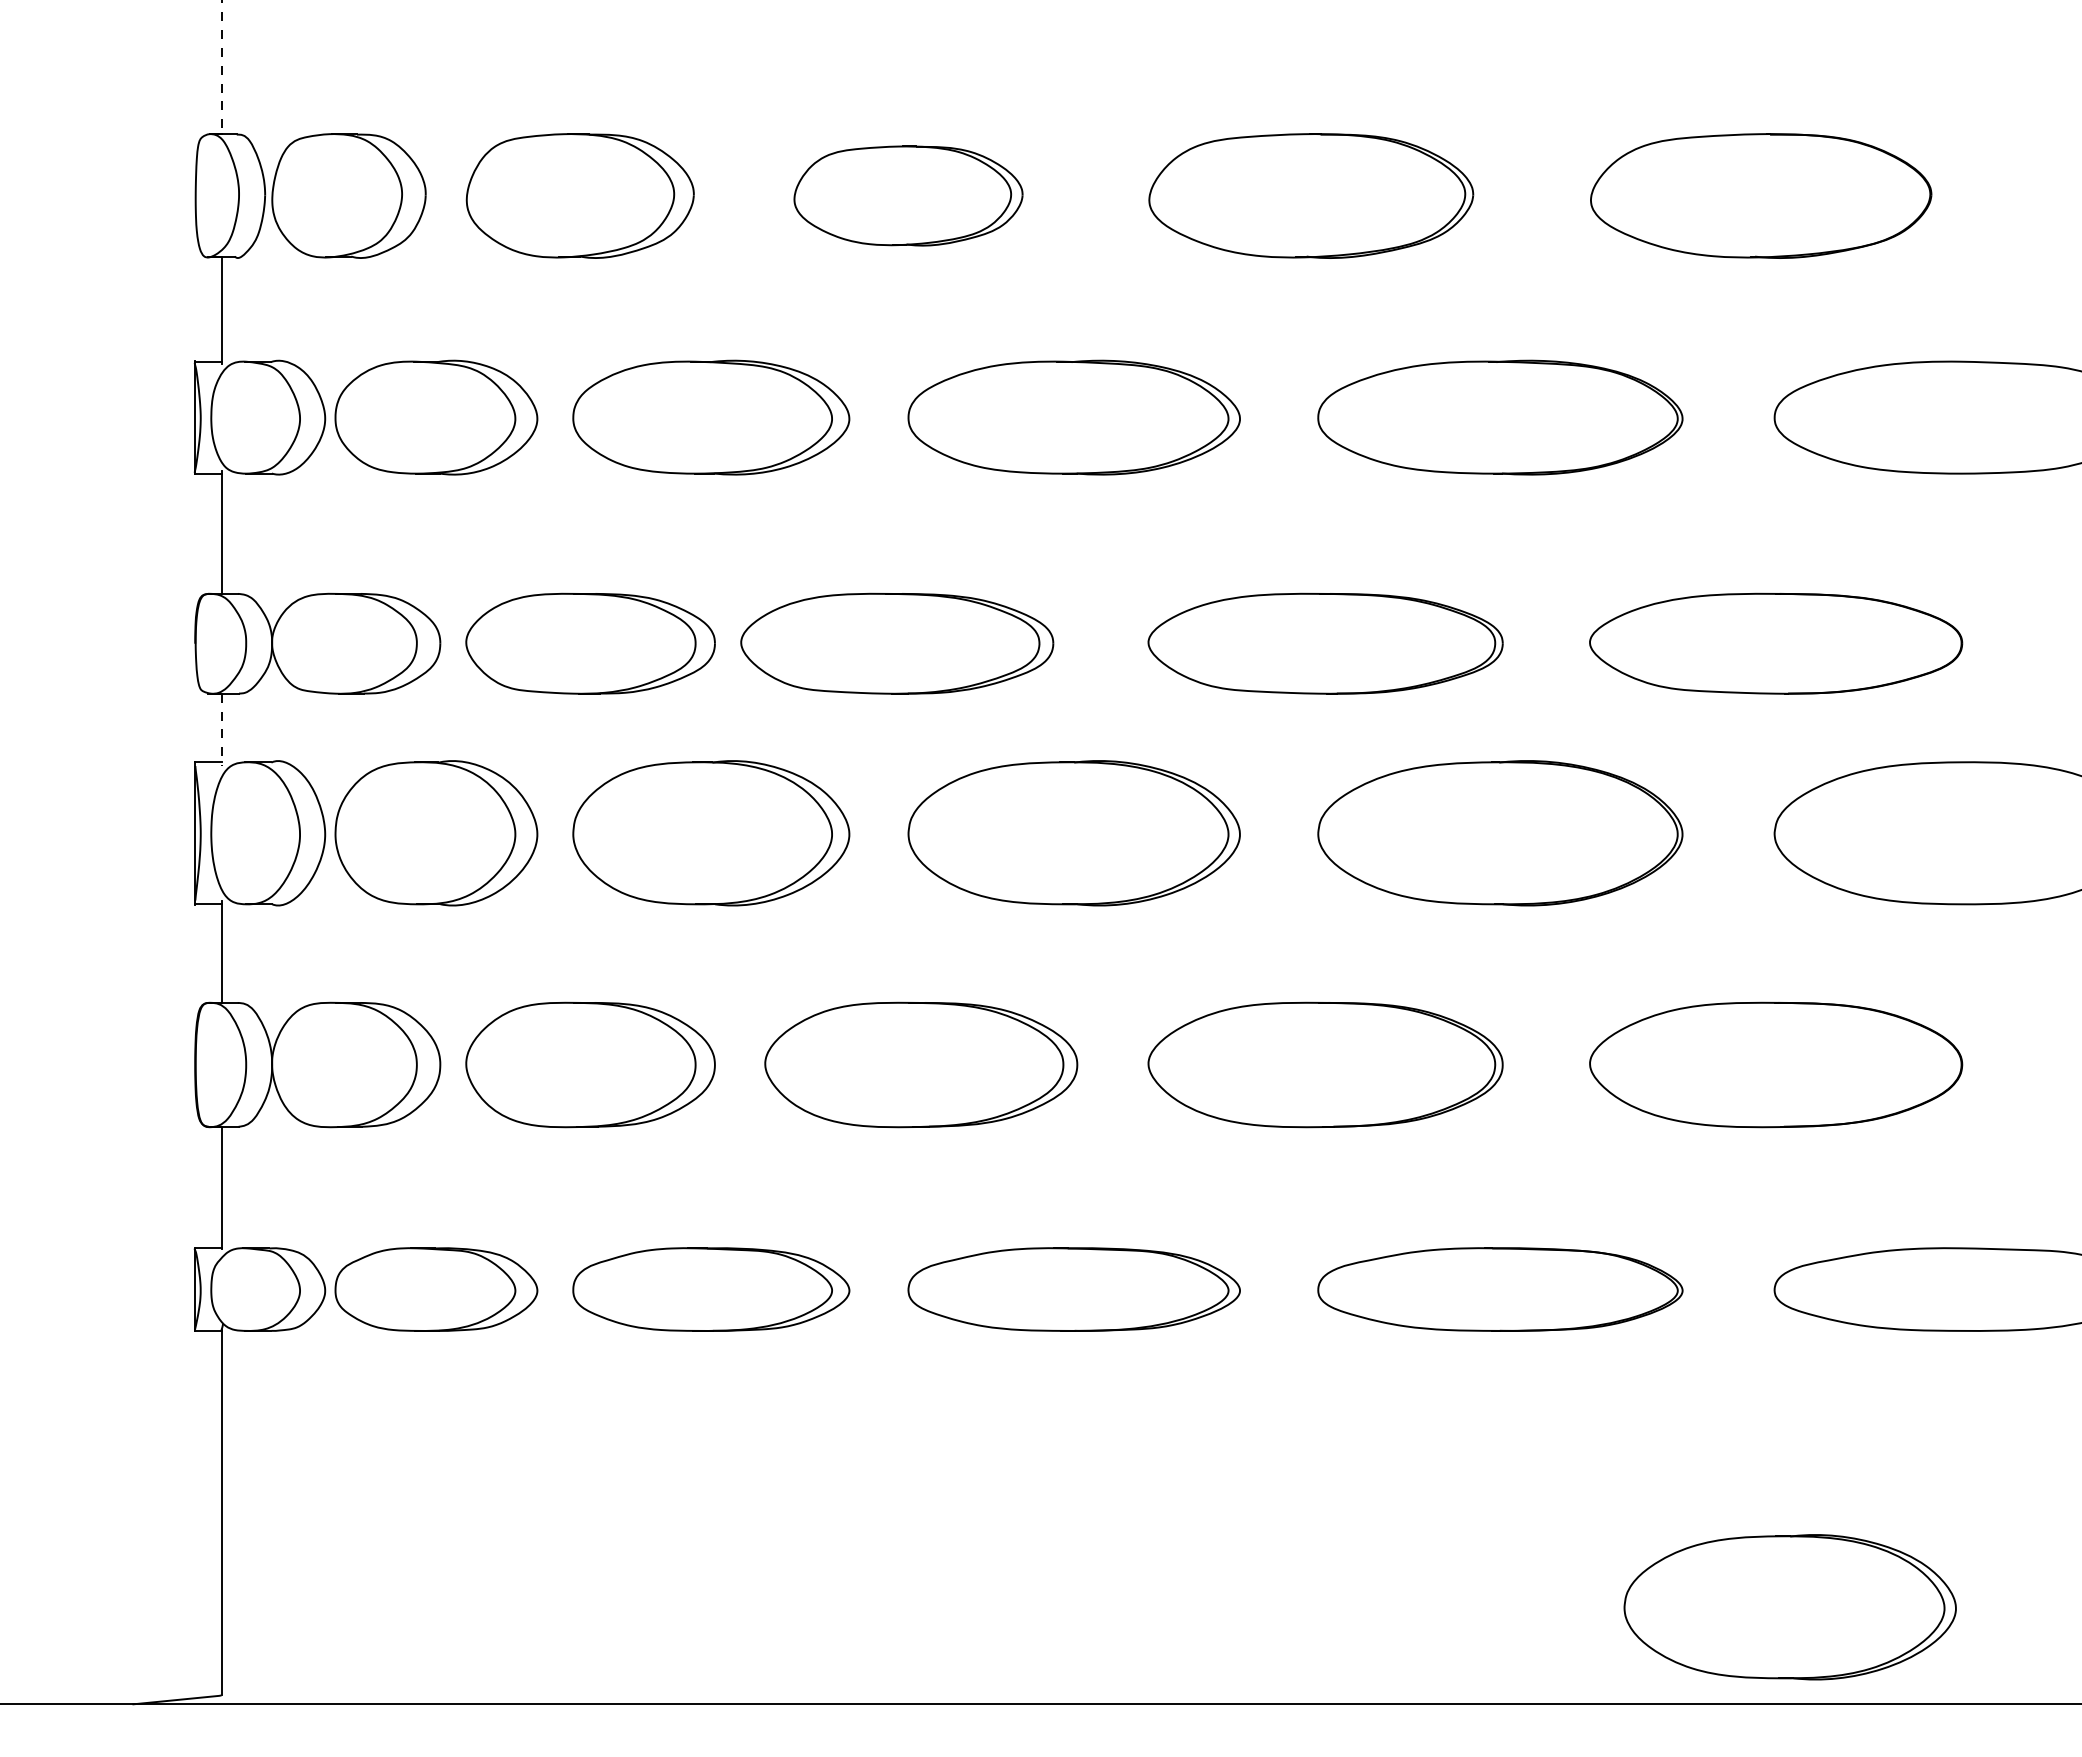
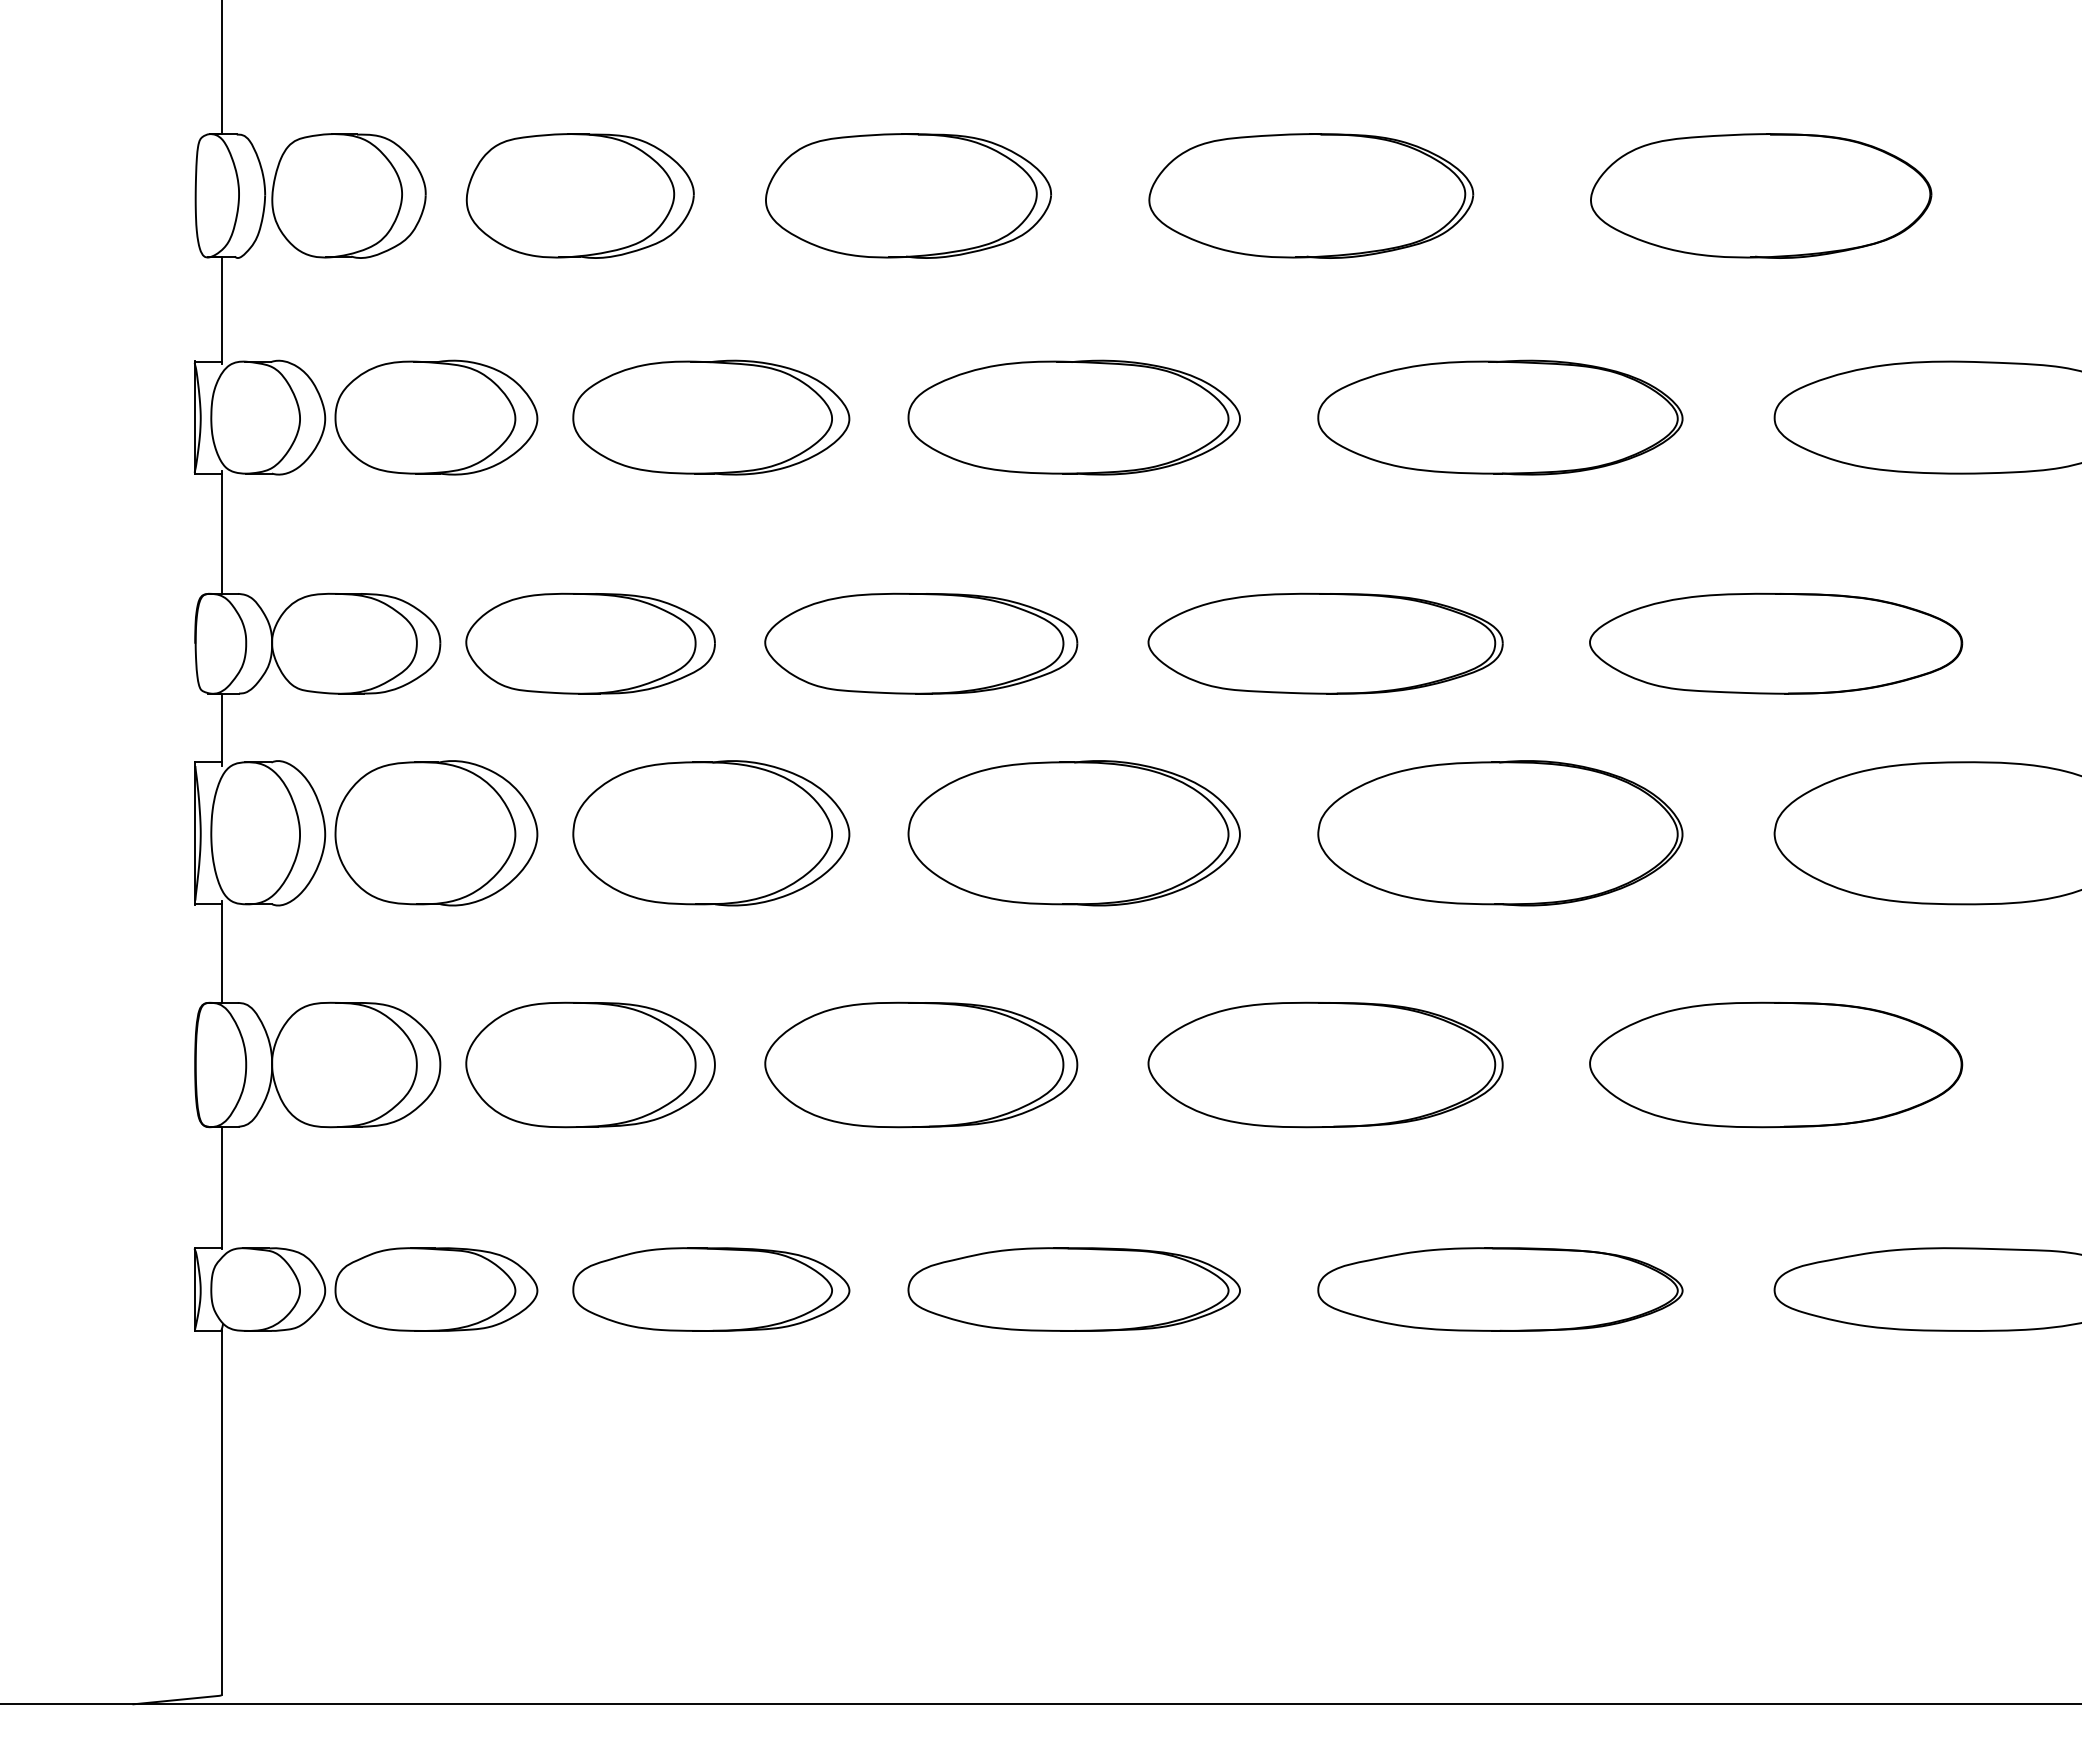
line at (221, 67): dashed -> solid
part at (908, 195) size: 231x102 px -> 287x126 px
part at (897, 643) position: (897, 643) -> (921, 643)
line at (221, 730): dashed -> solid
part at (1789, 1607): present -> none
